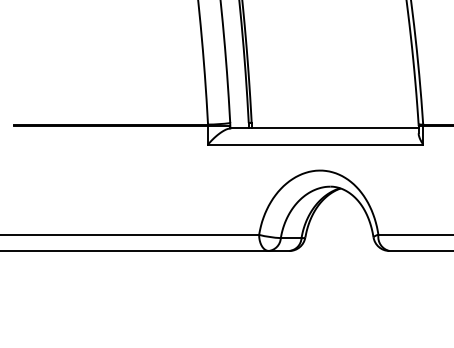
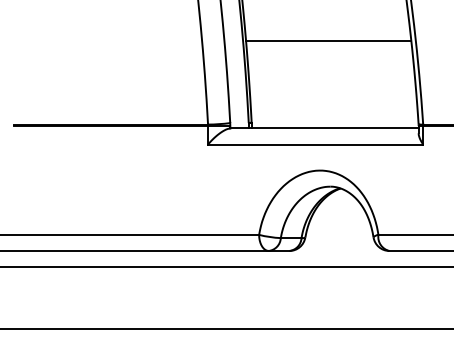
line at (328, 41): none -> present
line at (226, 267): none -> present
line at (226, 328): none -> present
